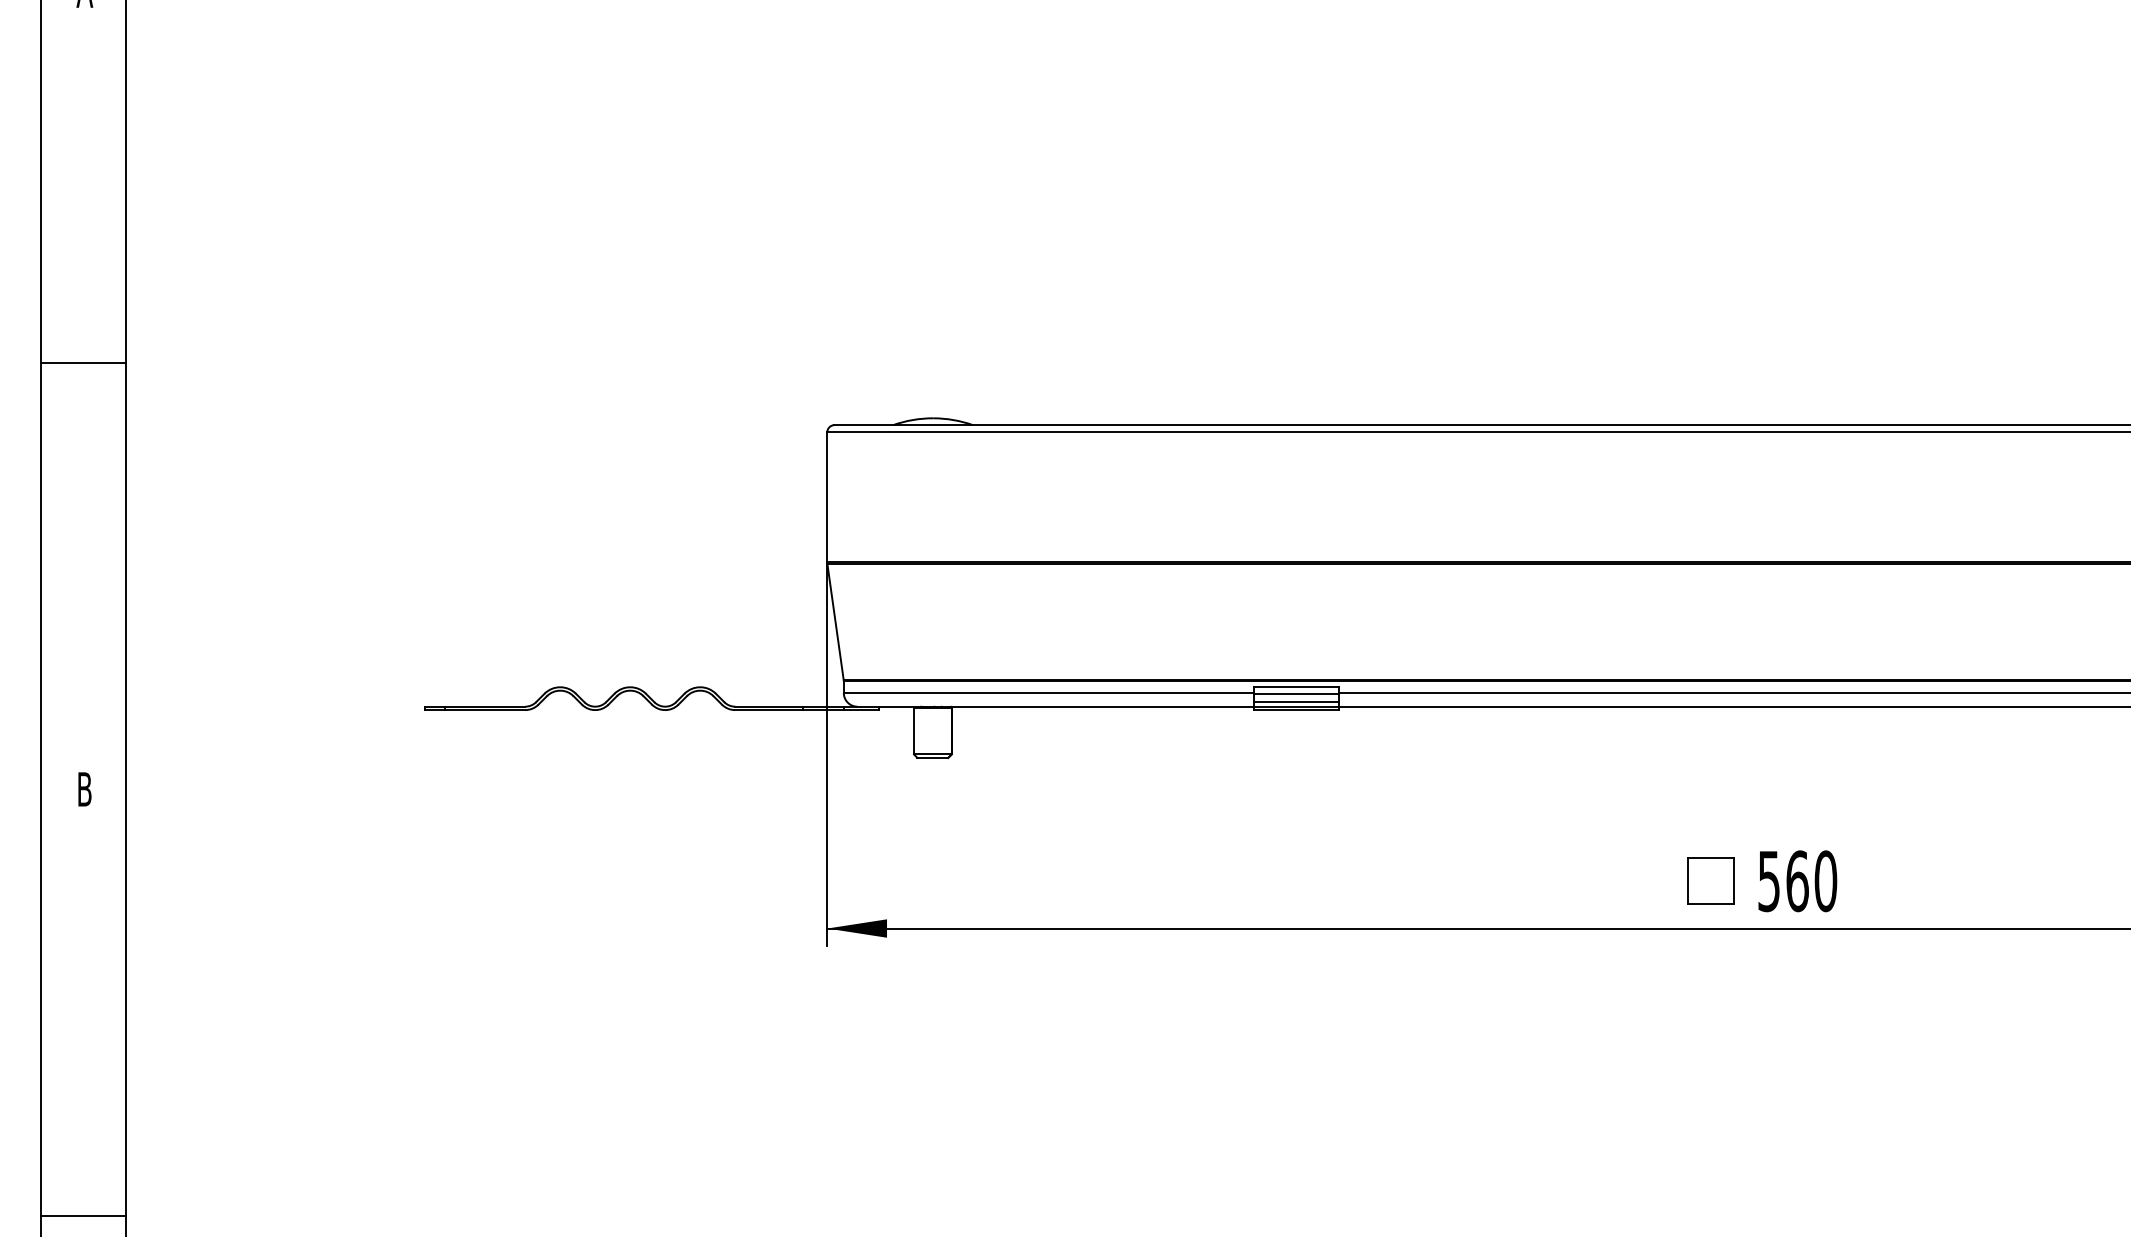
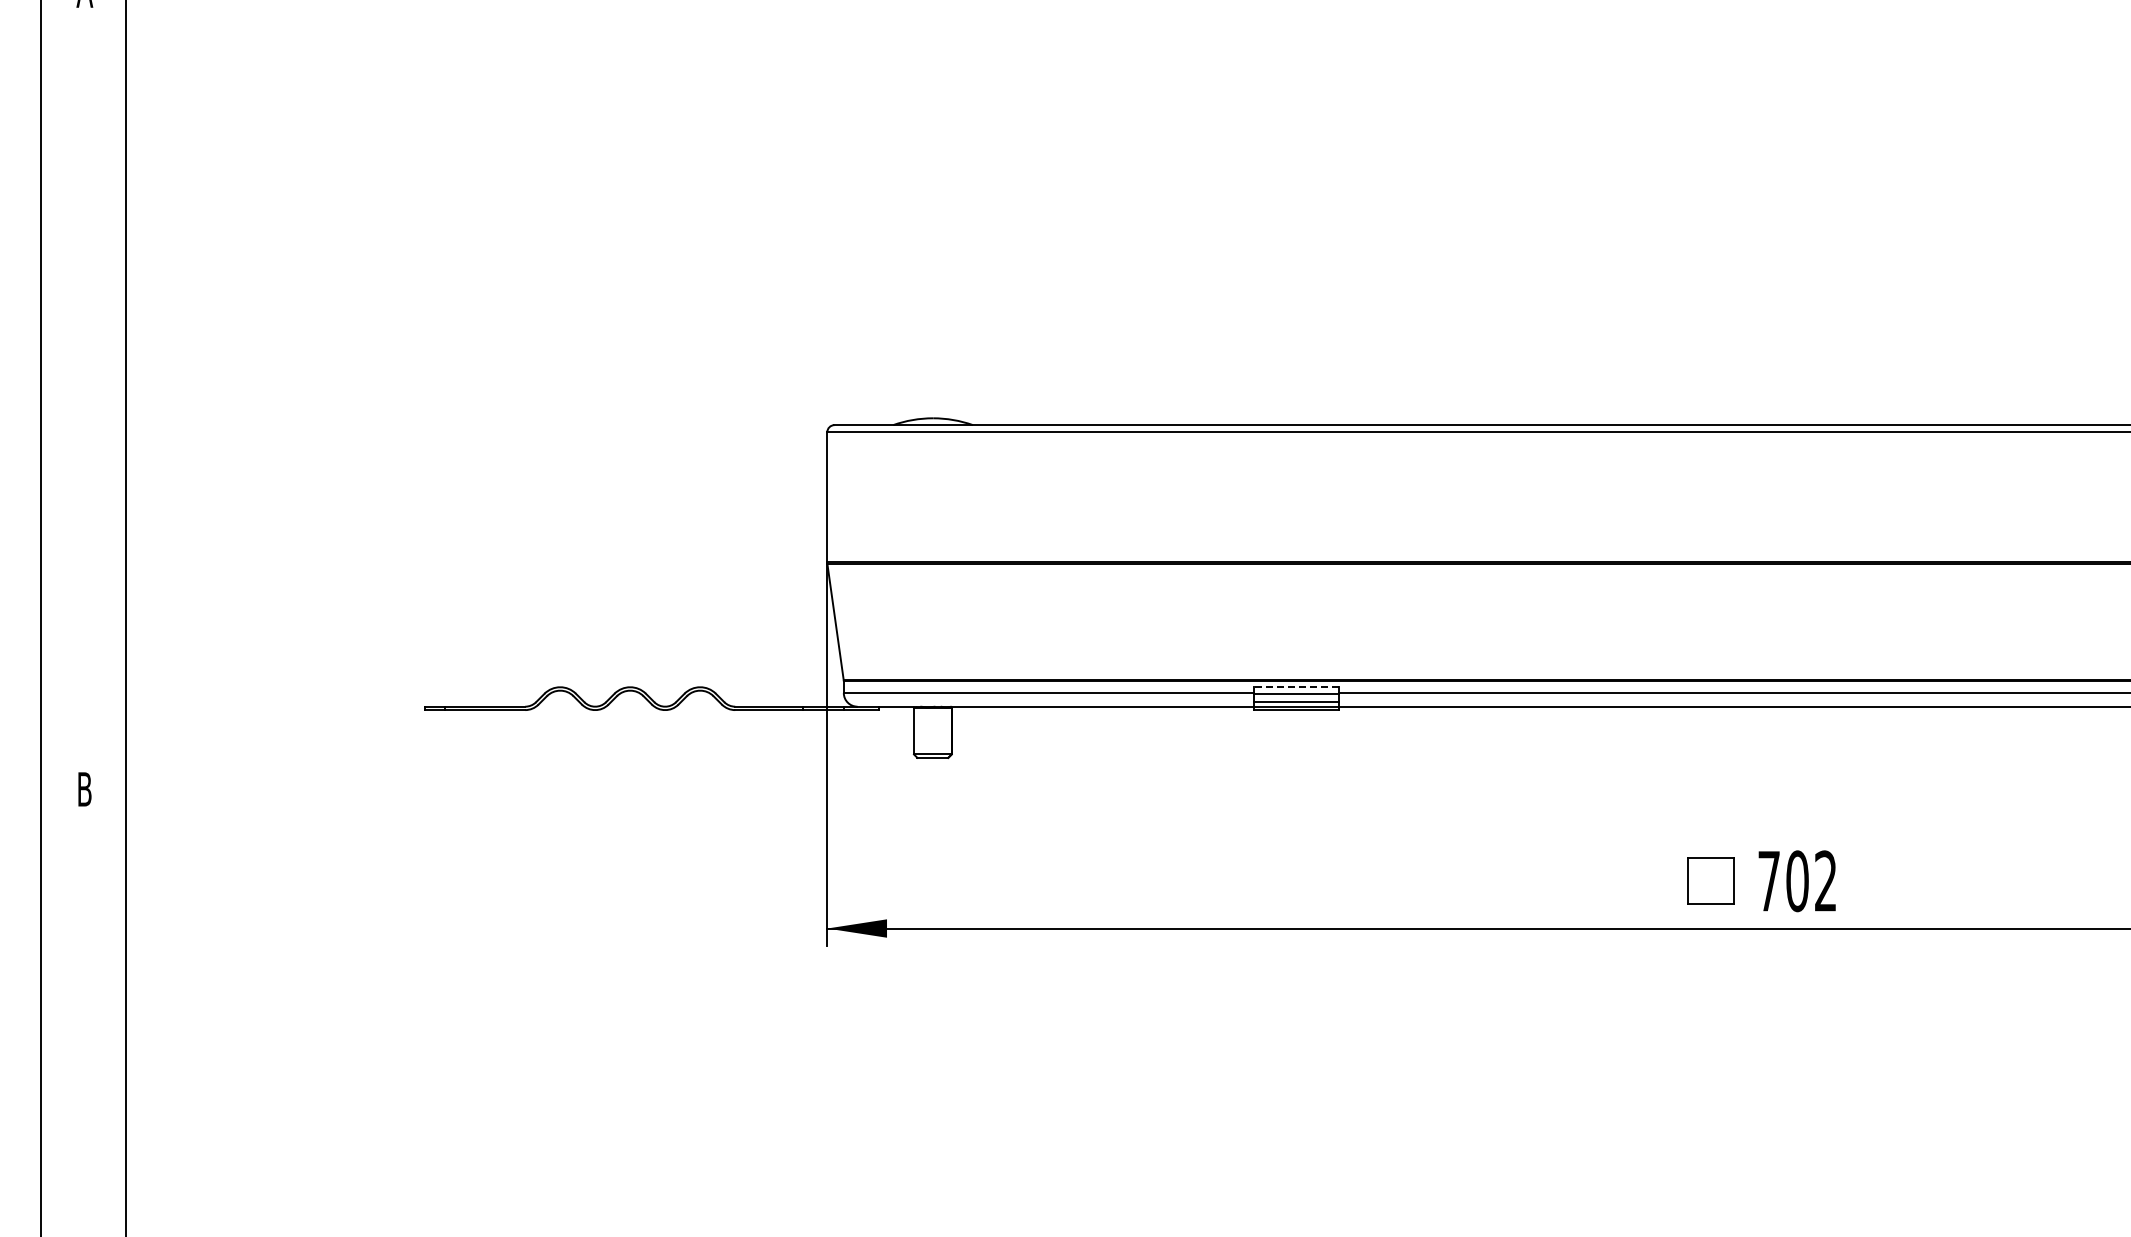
line at (83, 362): present -> none
line at (1296, 687): solid -> dashed
text at (1797, 881): 560 -> 702
line at (83, 1215): present -> none
